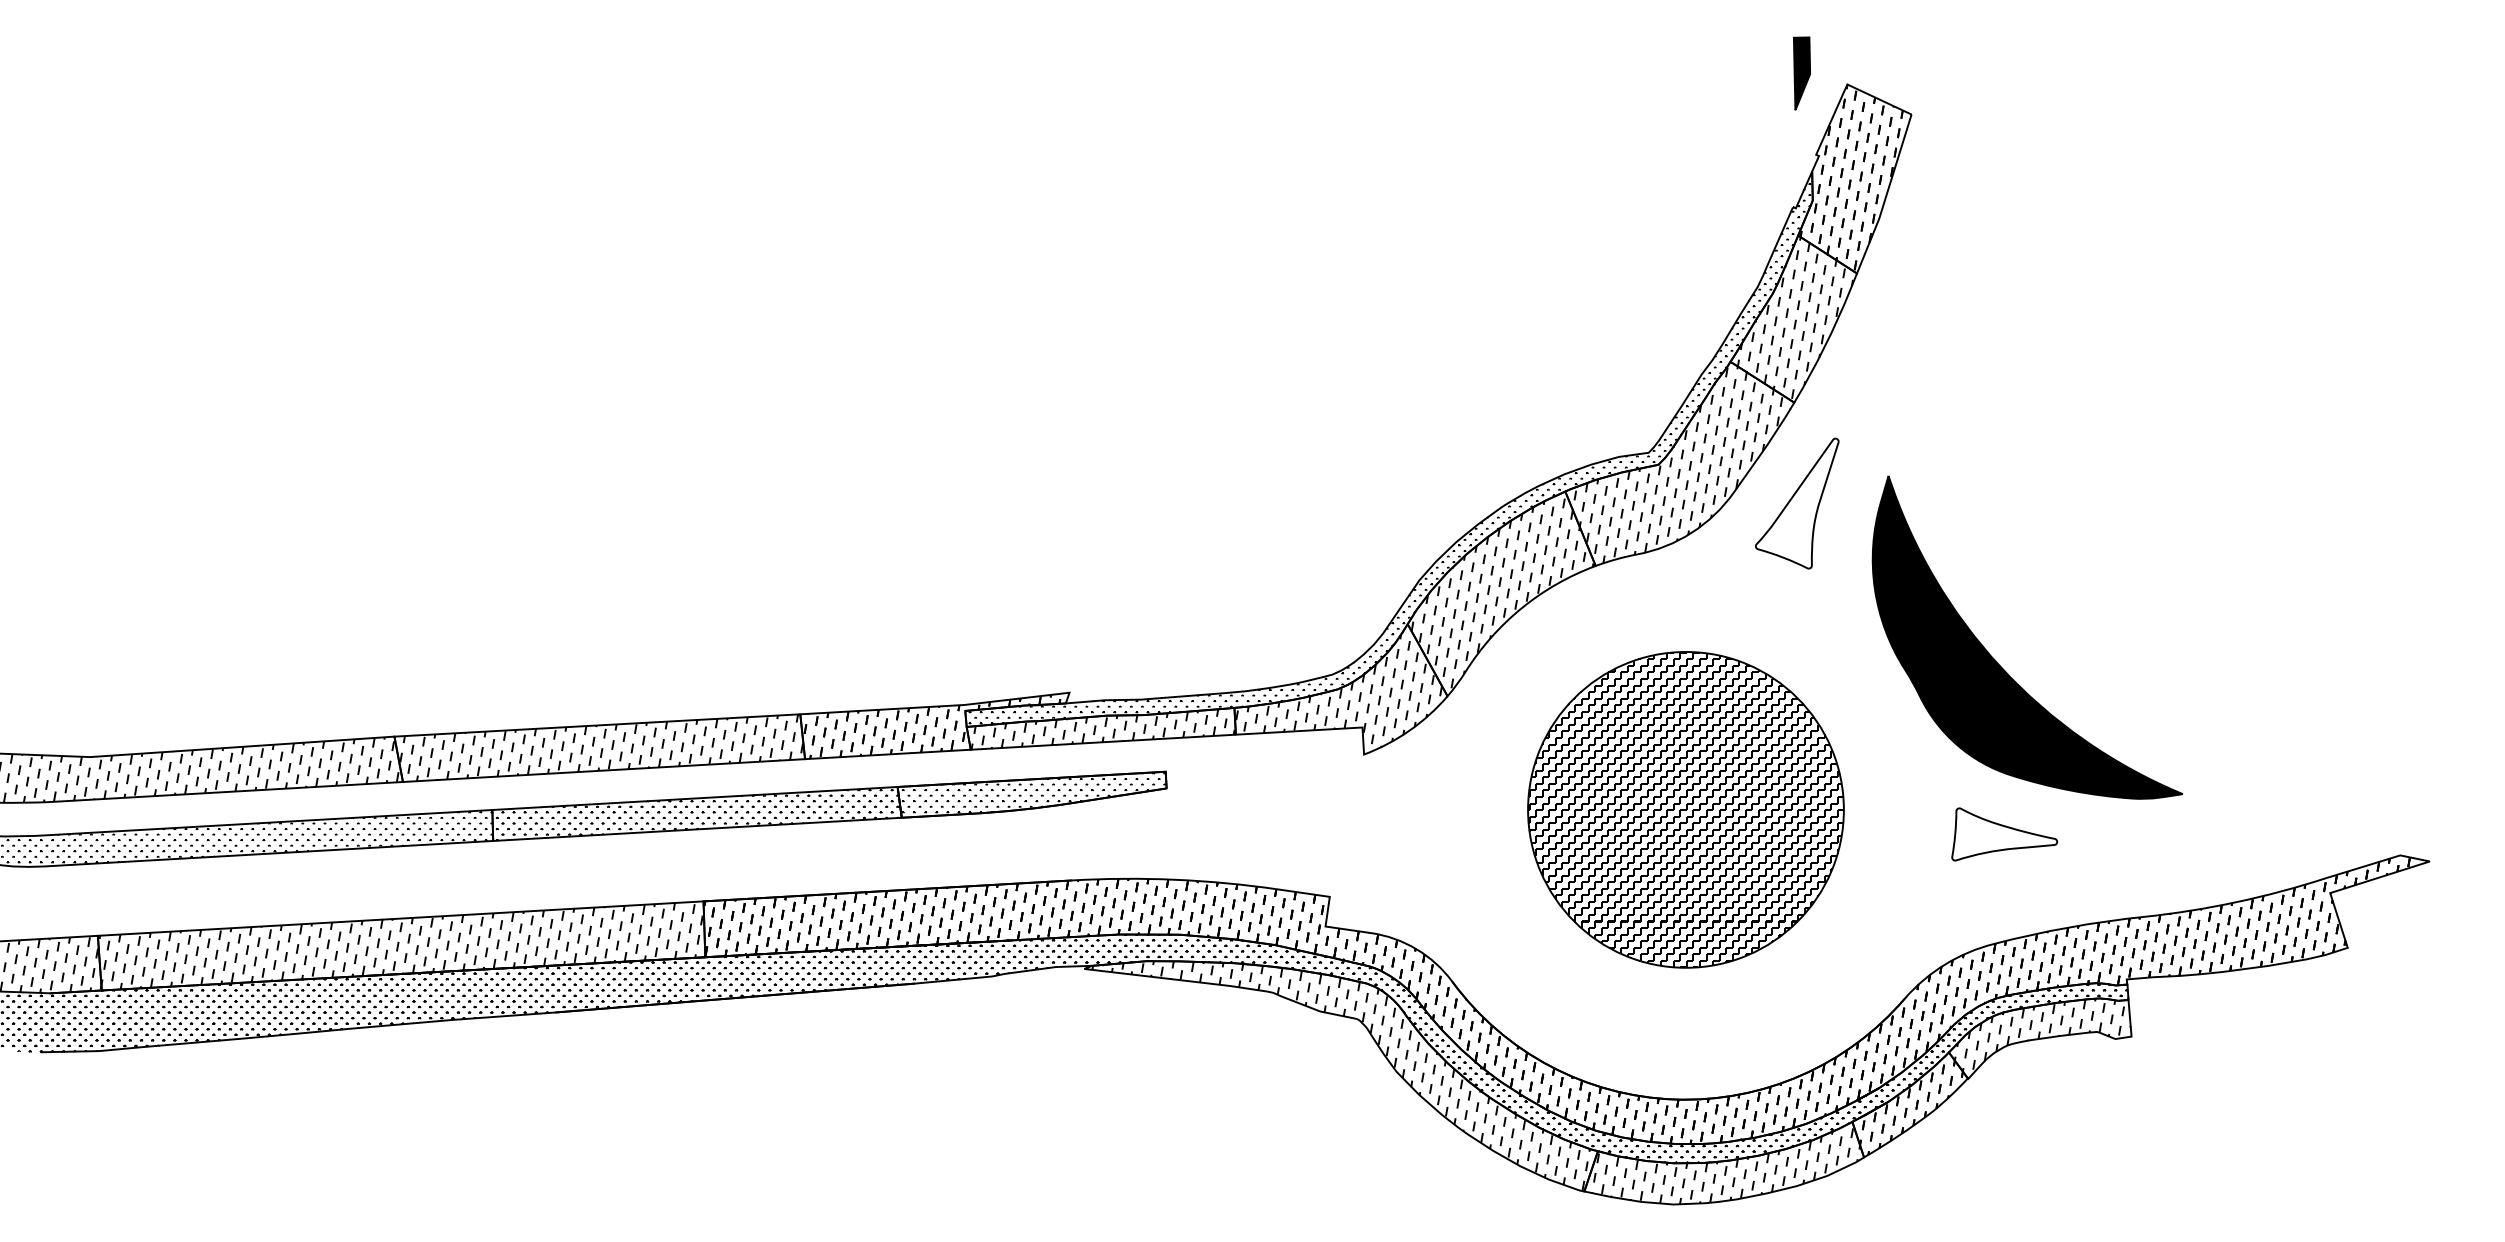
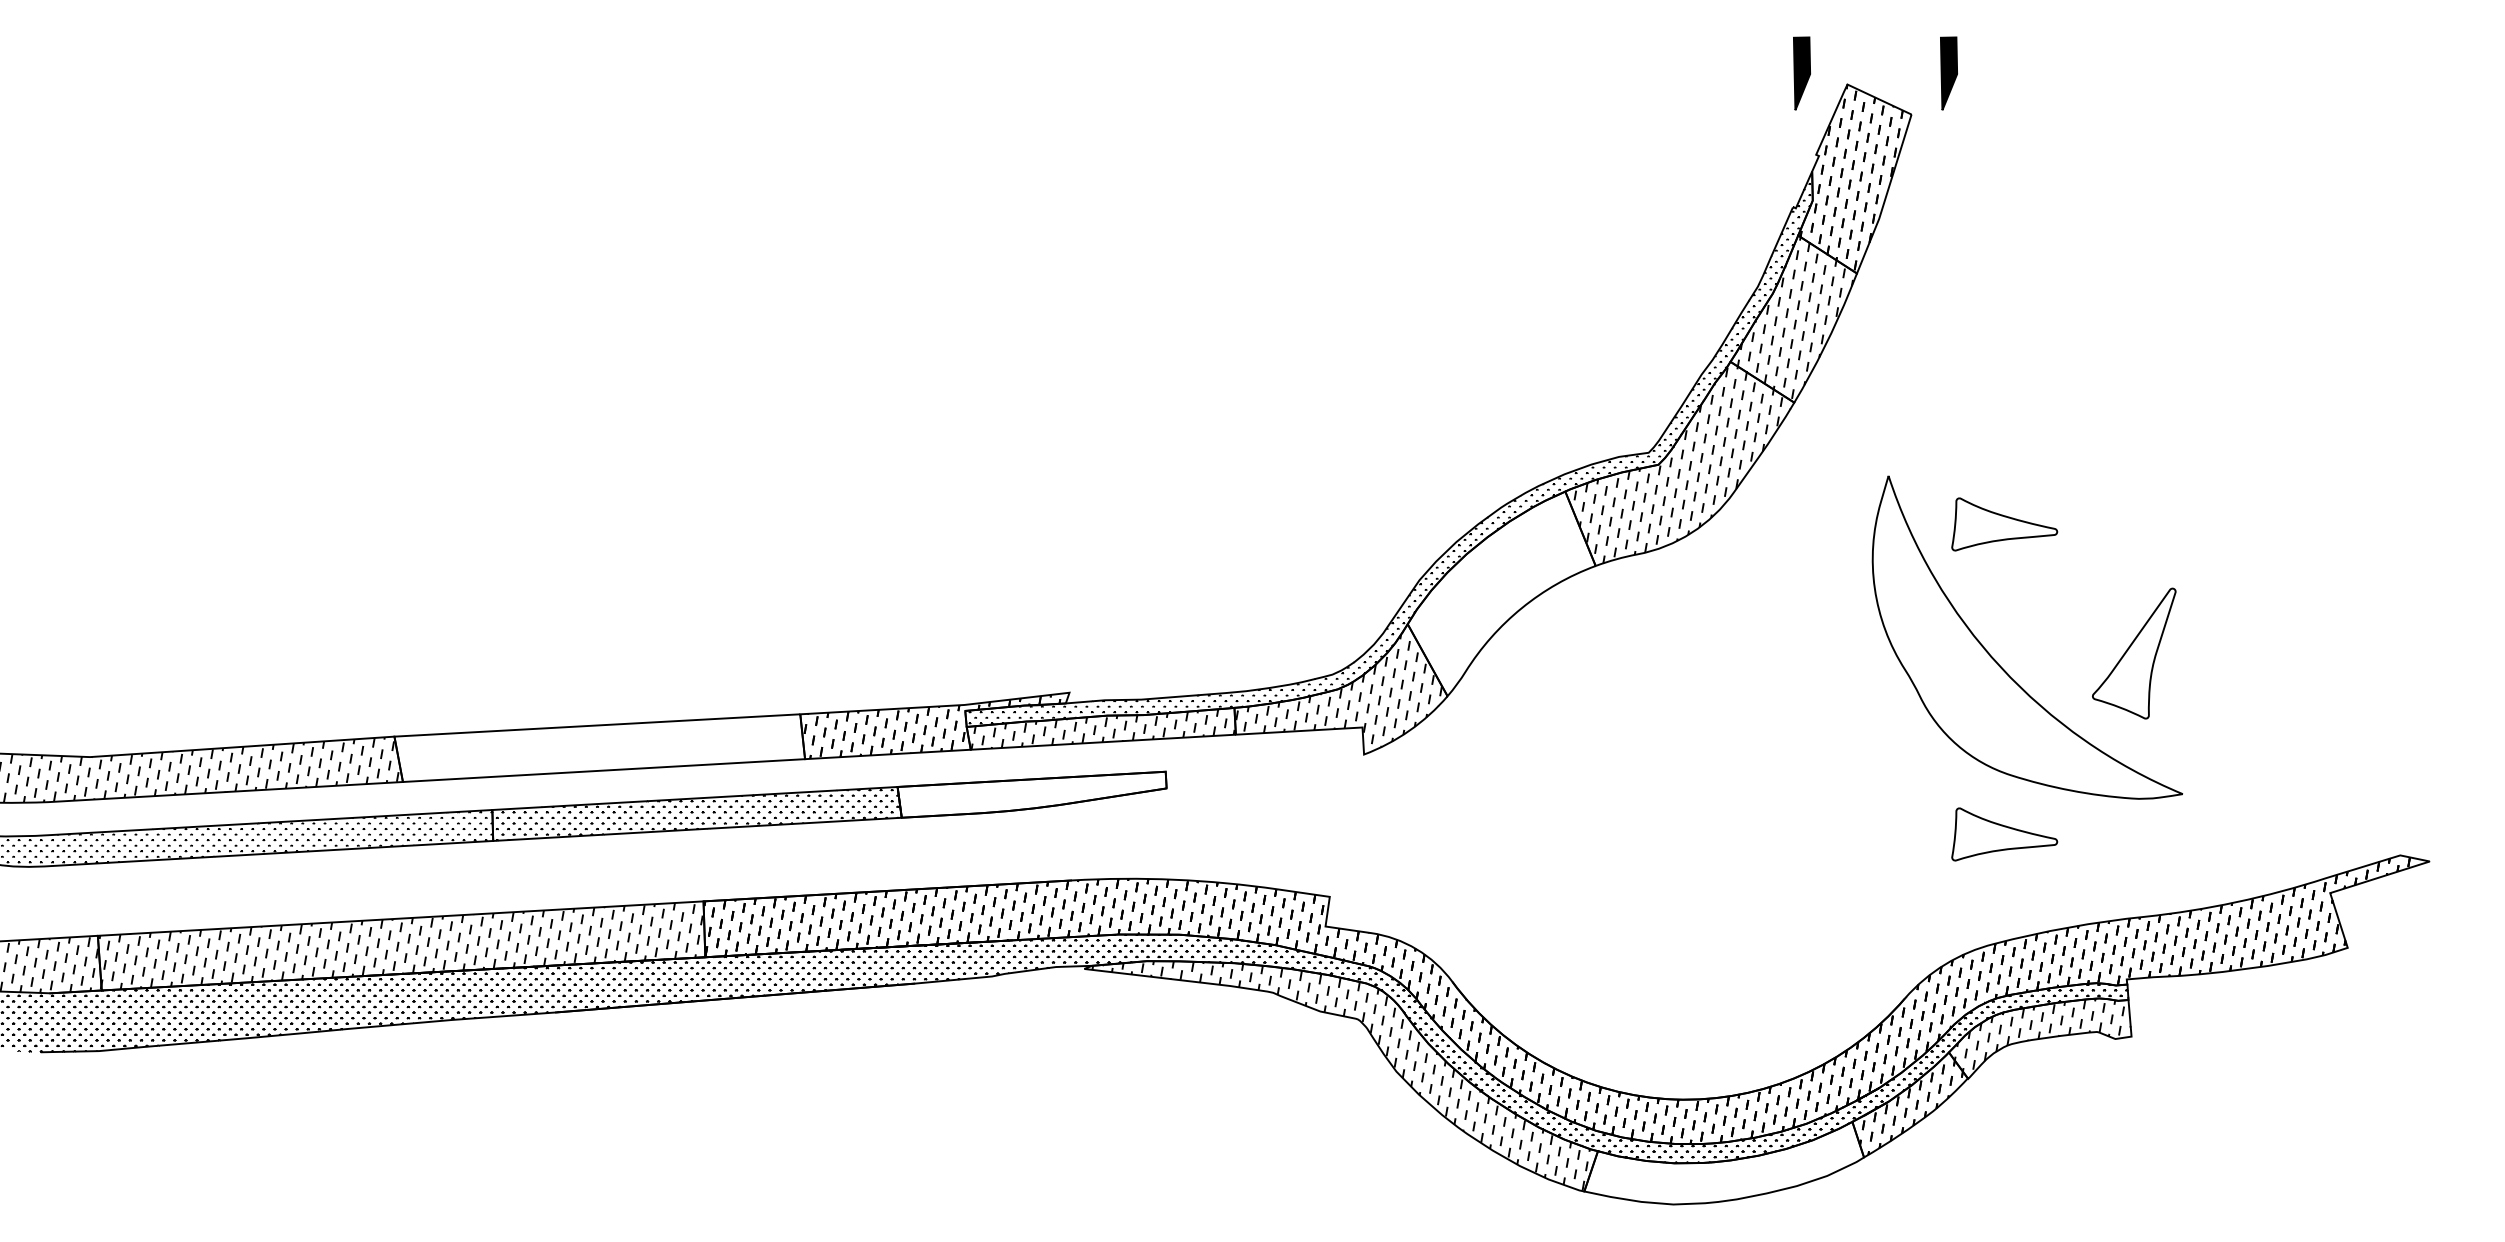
part at (1948, 73): none -> present
part at (1797, 503) position: (1797, 503) -> (2134, 653)
part at (2004, 524): none -> present
hatch at (1502, 592): present -> none
fill at (2027, 636): present -> none
hatch at (601, 747): present -> none
hatch at (1031, 794): present -> none
part at (1685, 809): present -> none
hatch at (1726, 1165): present -> none
